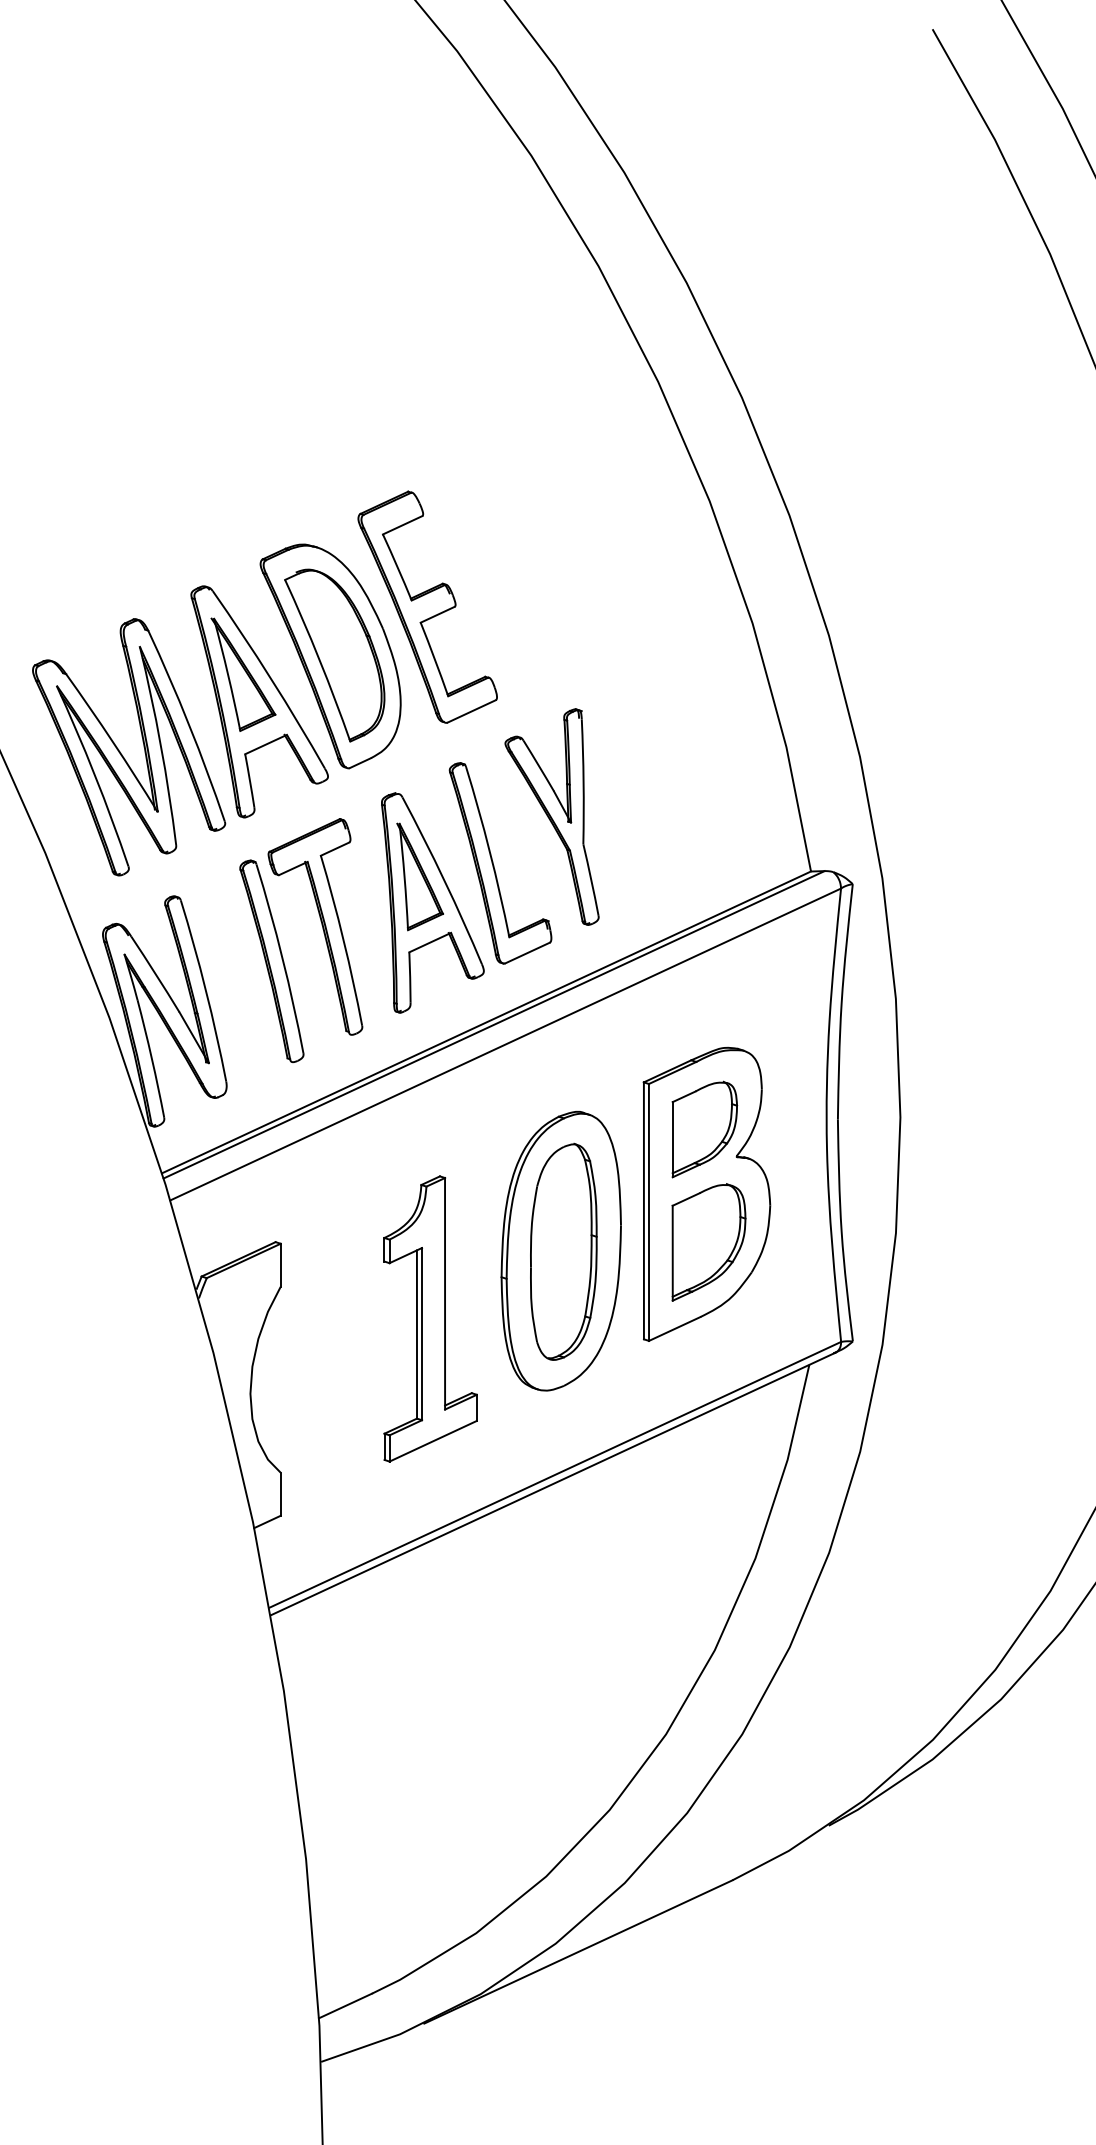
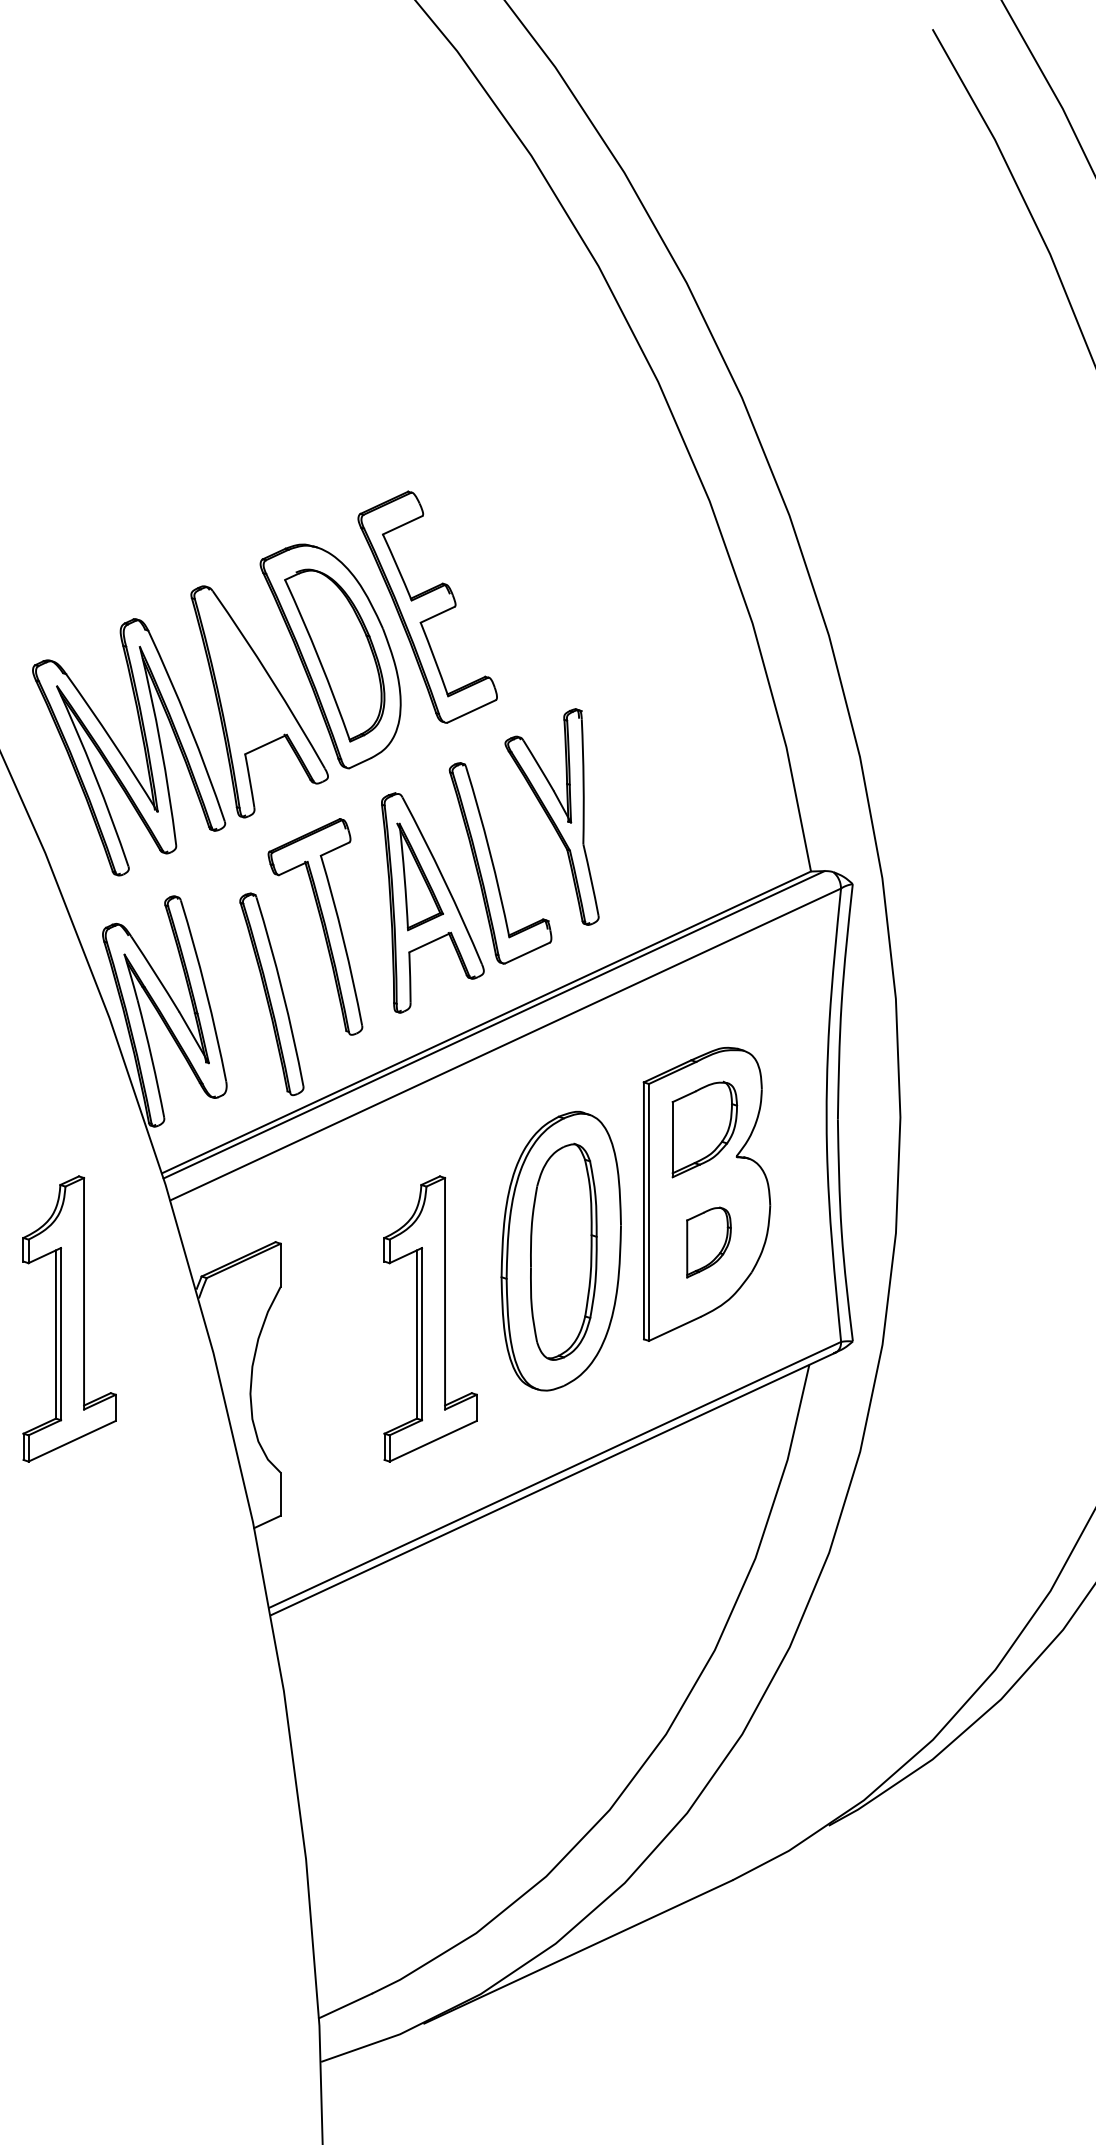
part at (243, 674): present -> none
part at (271, 961) position: (271, 961) -> (271, 994)
part at (708, 1242) size: 76x119 px -> 46x73 px
part at (69, 1318): none -> present
